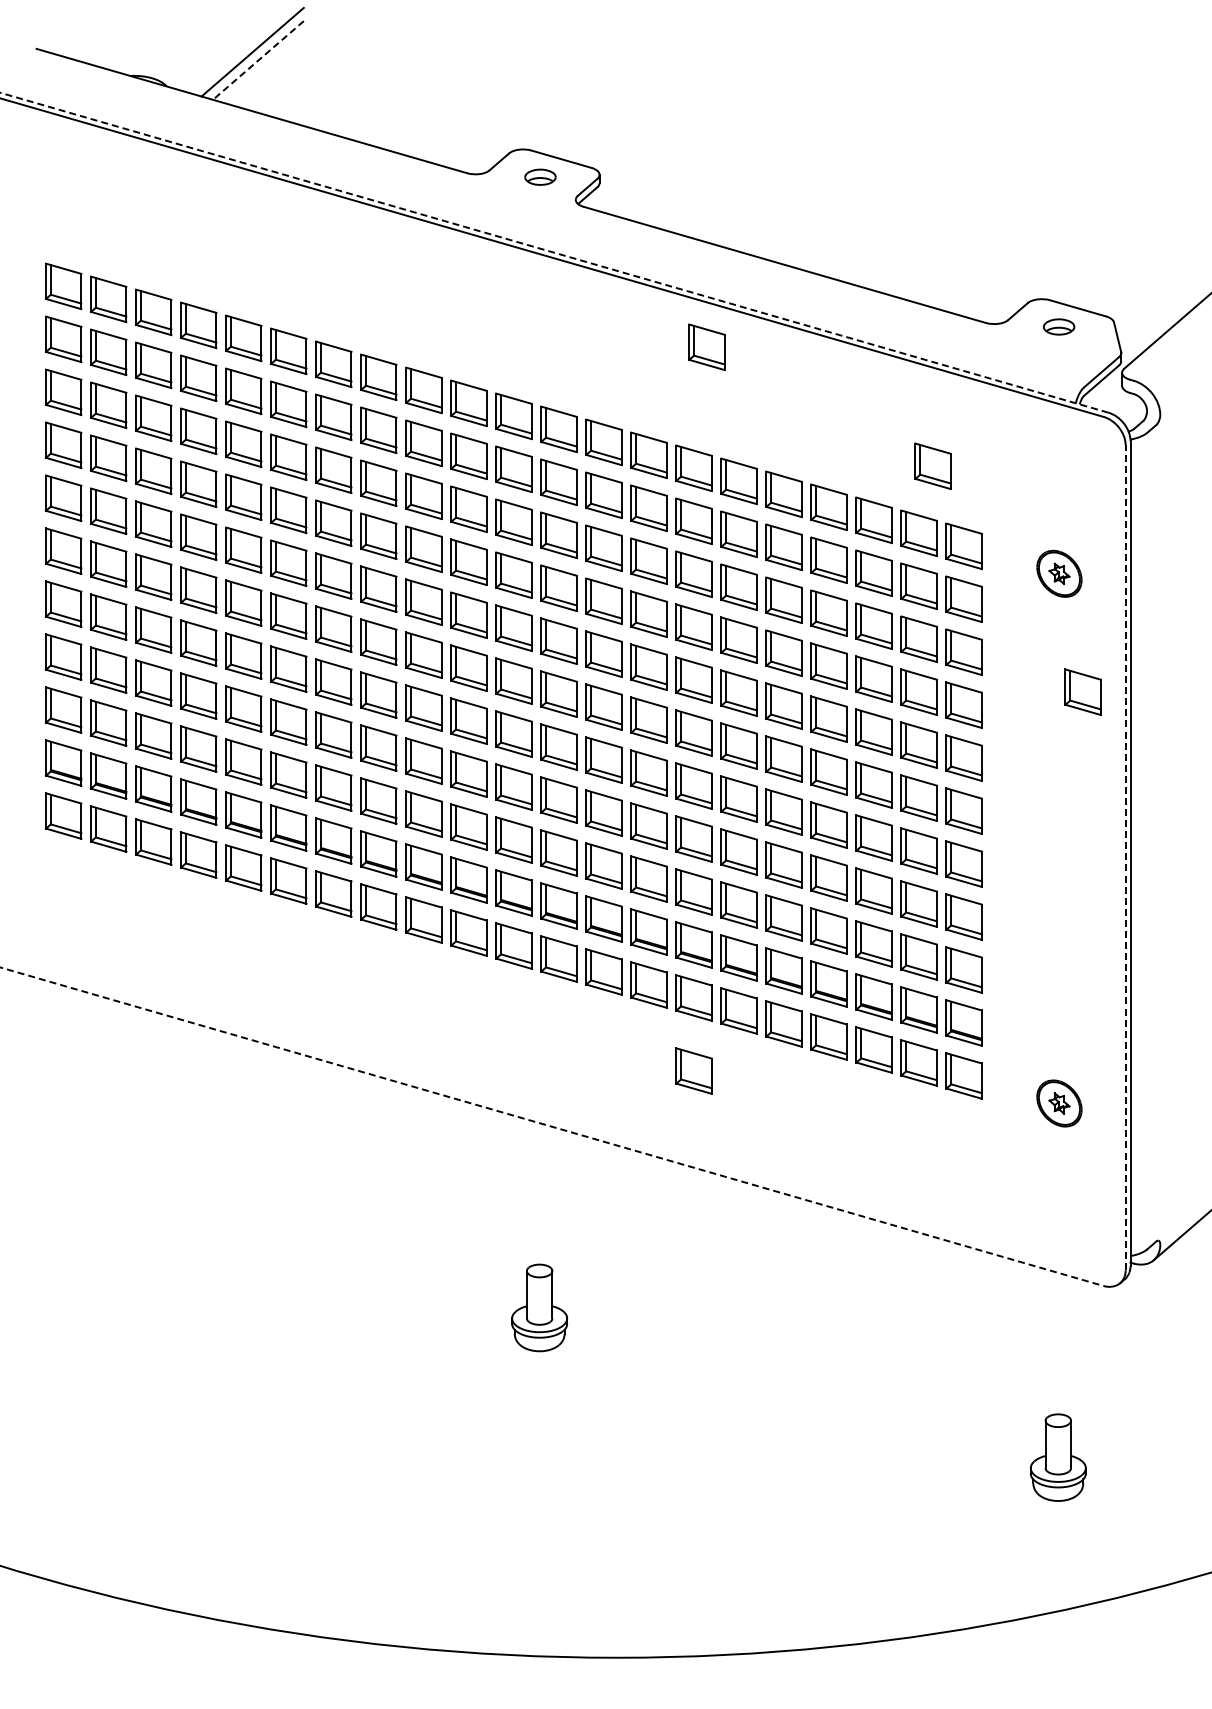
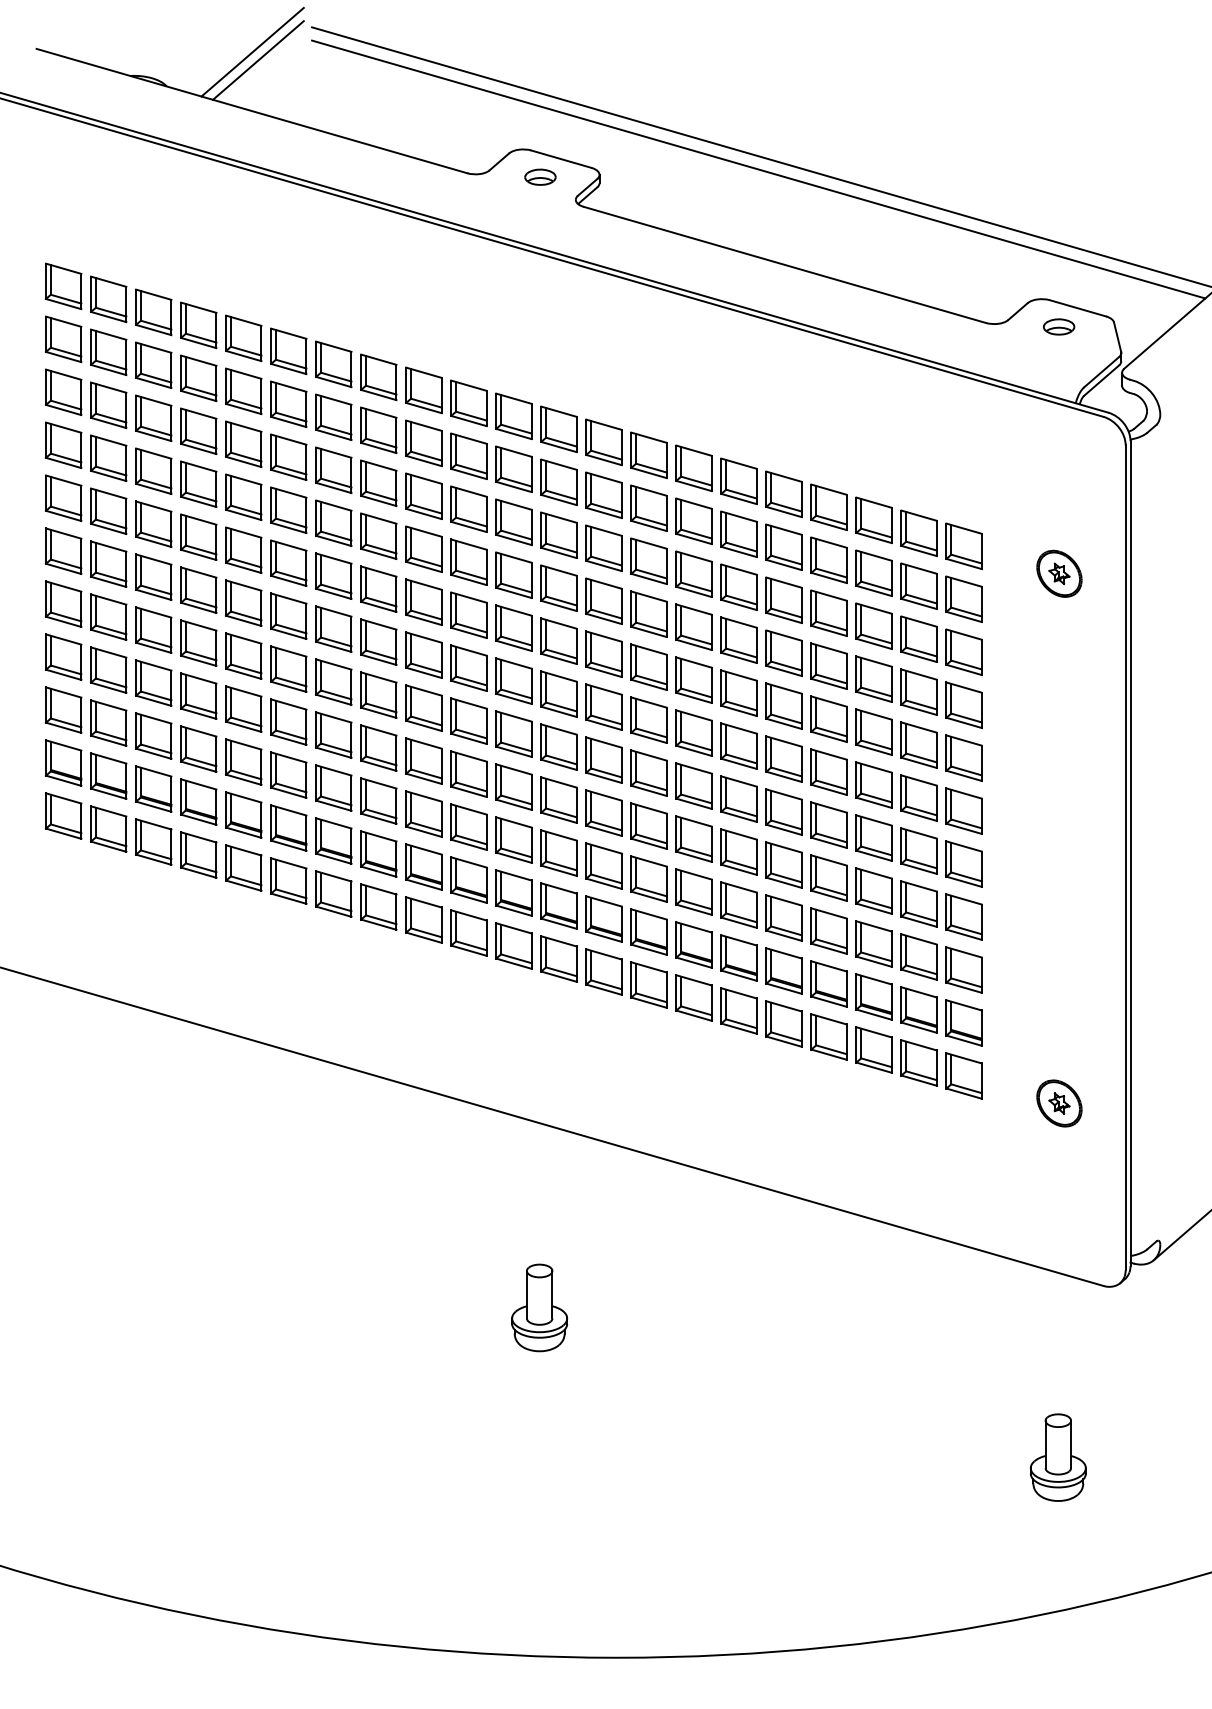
line at (258, 60): dashed -> solid
line at (760, 156): none -> present
line at (758, 169): none -> present
line at (554, 252): dashed -> solid
part at (706, 346): present -> none
part at (932, 465): present -> none
part at (1082, 691): present -> none
line at (1125, 857): dashed -> solid
part at (693, 1070): present -> none
line at (552, 1126): dashed -> solid
